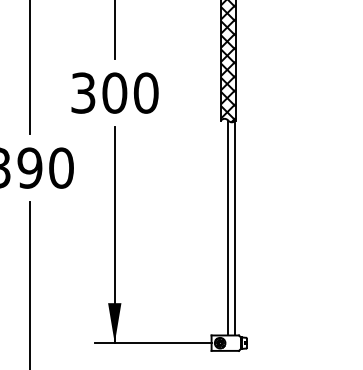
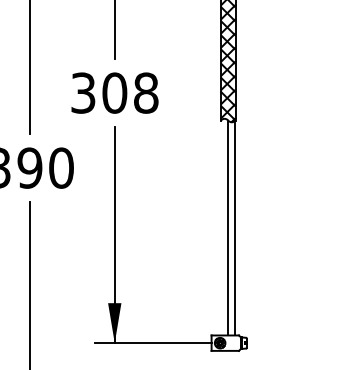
text at (145, 92): 300 -> 308
